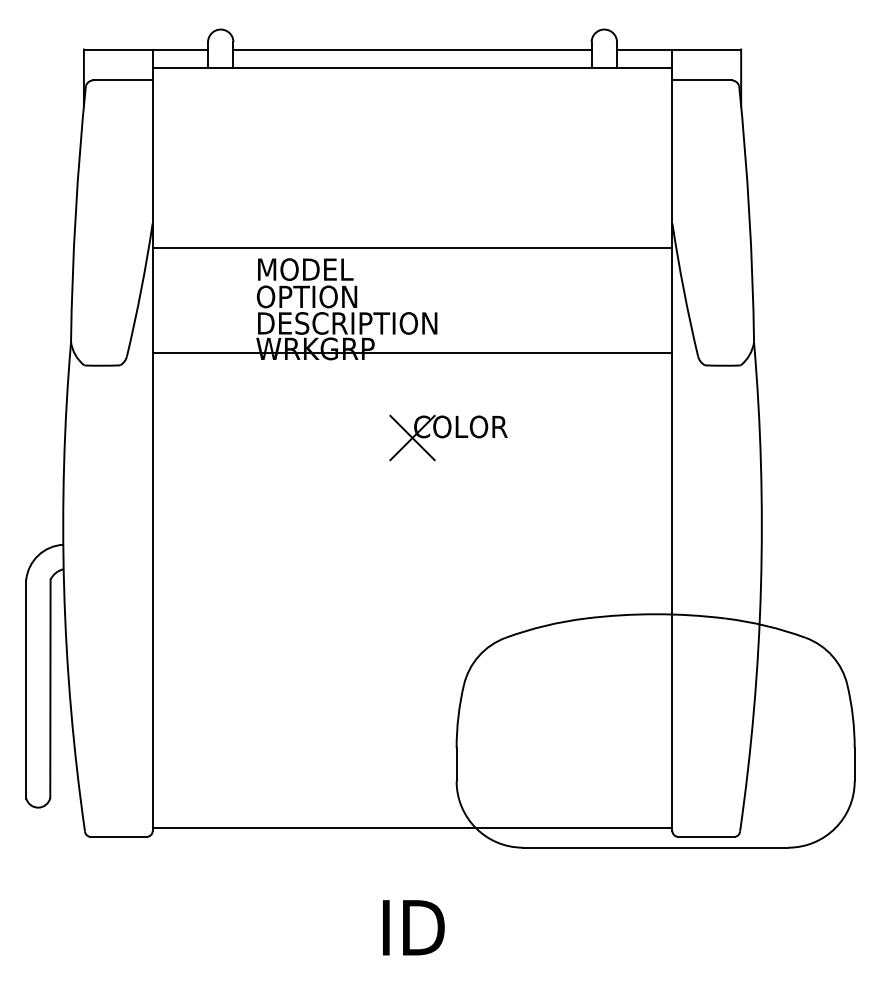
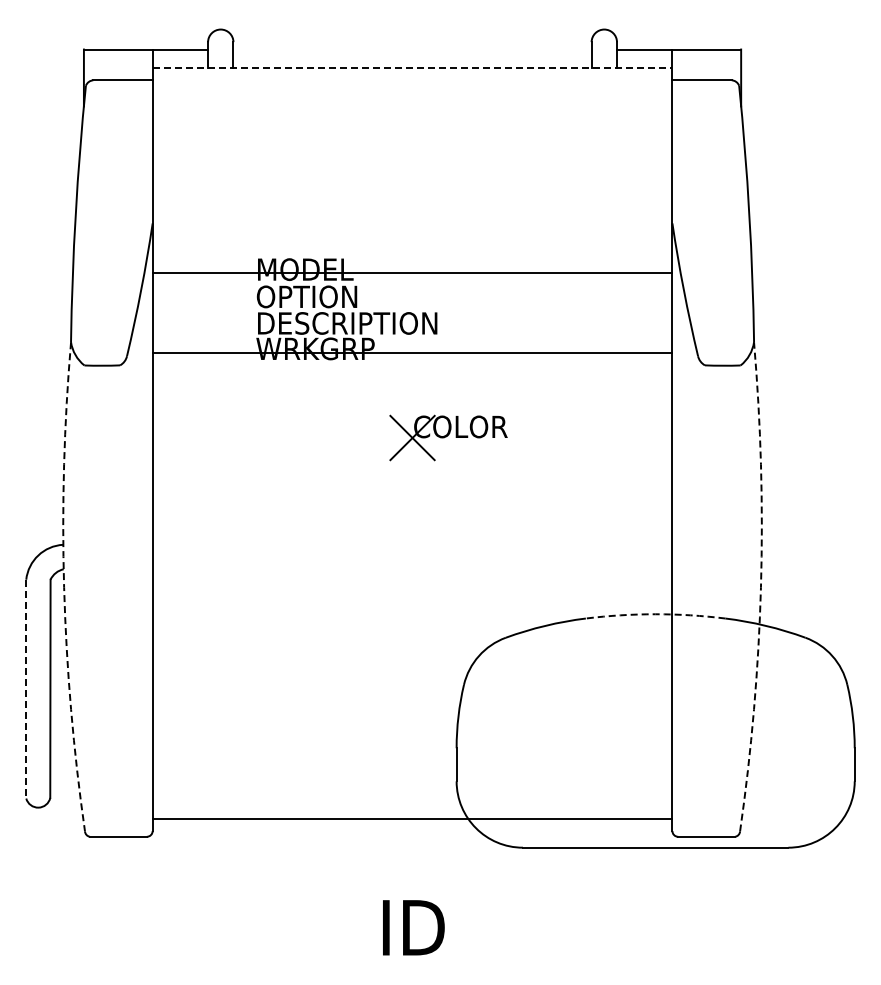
line at (412, 49): present -> none
line at (412, 67): solid -> dashed
line at (412, 248) position: (412, 248) -> (412, 273)
arc at (64, 587): solid -> dashed
arc at (760, 587): solid -> dashed
arc at (655, 614): solid -> dashed
line at (26, 689): solid -> dashed
line at (412, 828) position: (412, 828) -> (412, 819)
